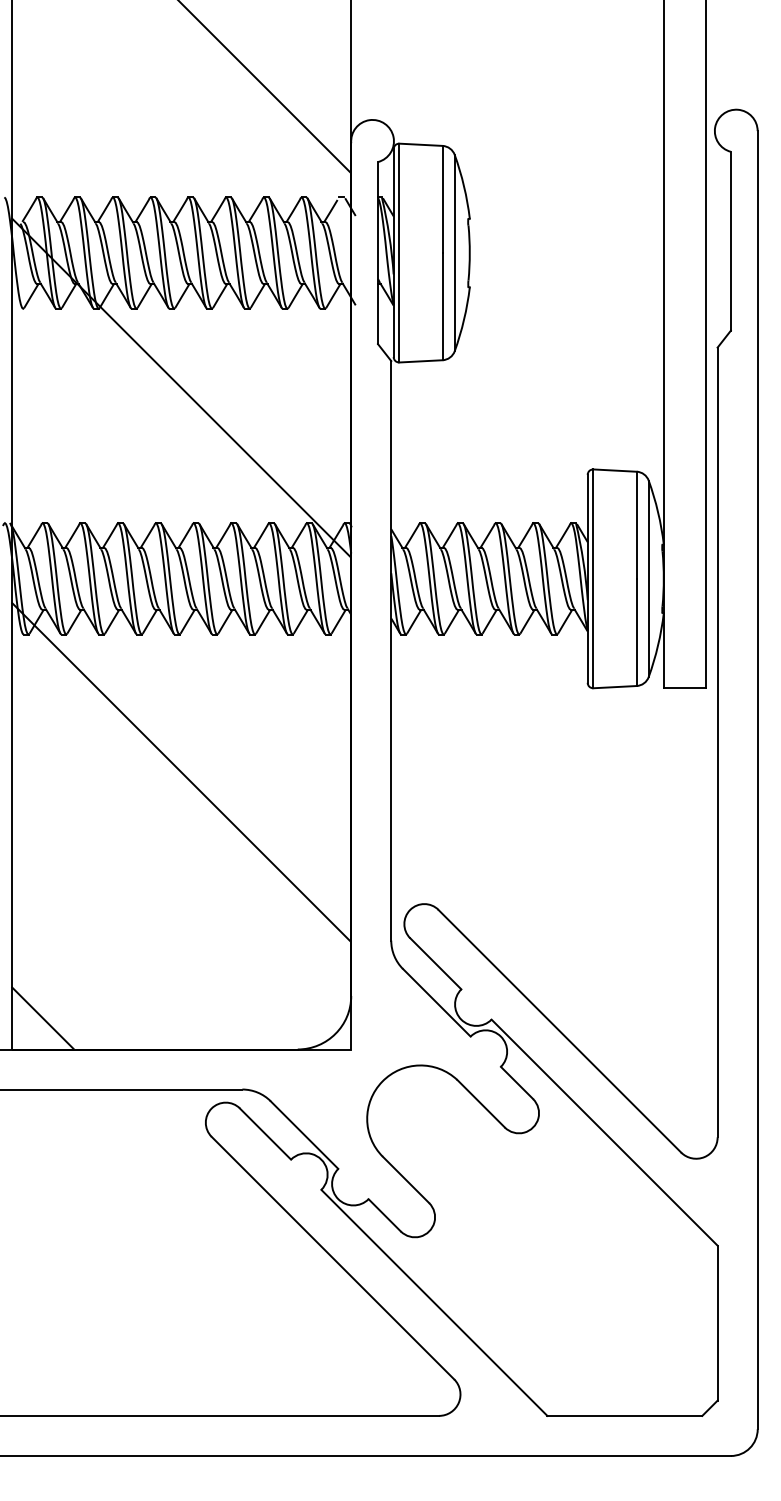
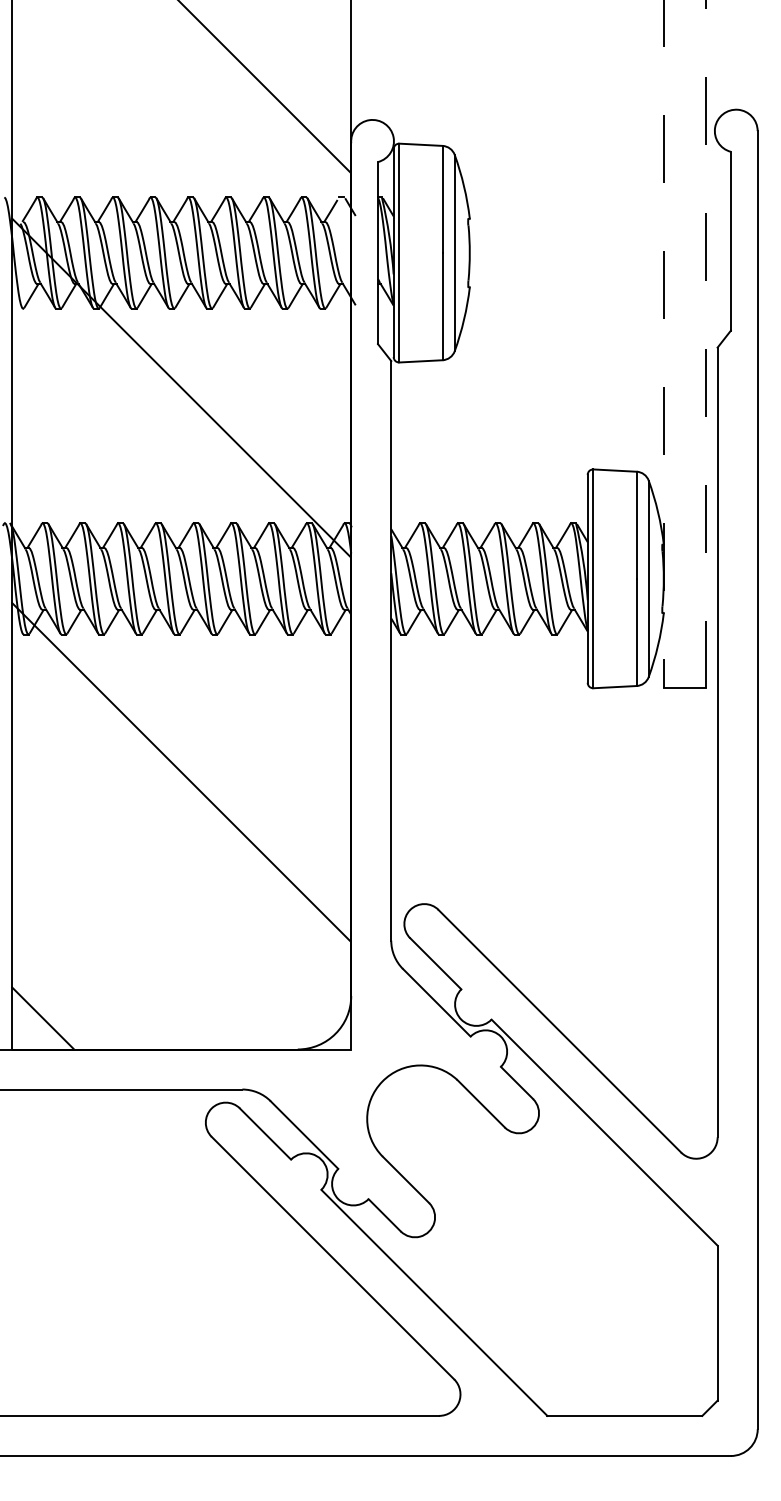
line at (663, 344): solid -> dashed
line at (705, 344): solid -> dashed
